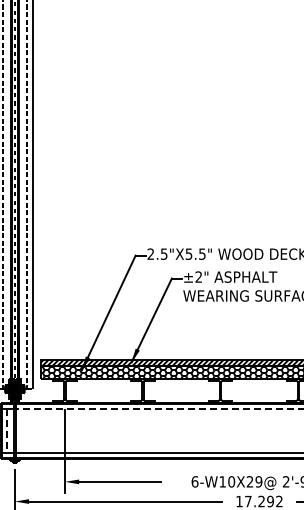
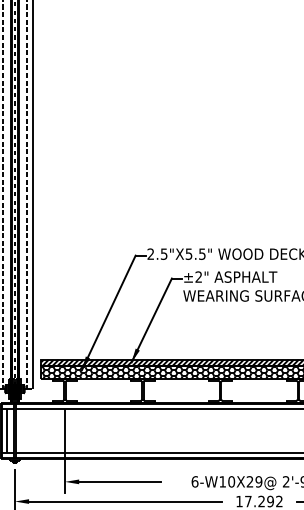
line at (160, 409): dashed -> solid
line at (6, 431): dashed -> solid
